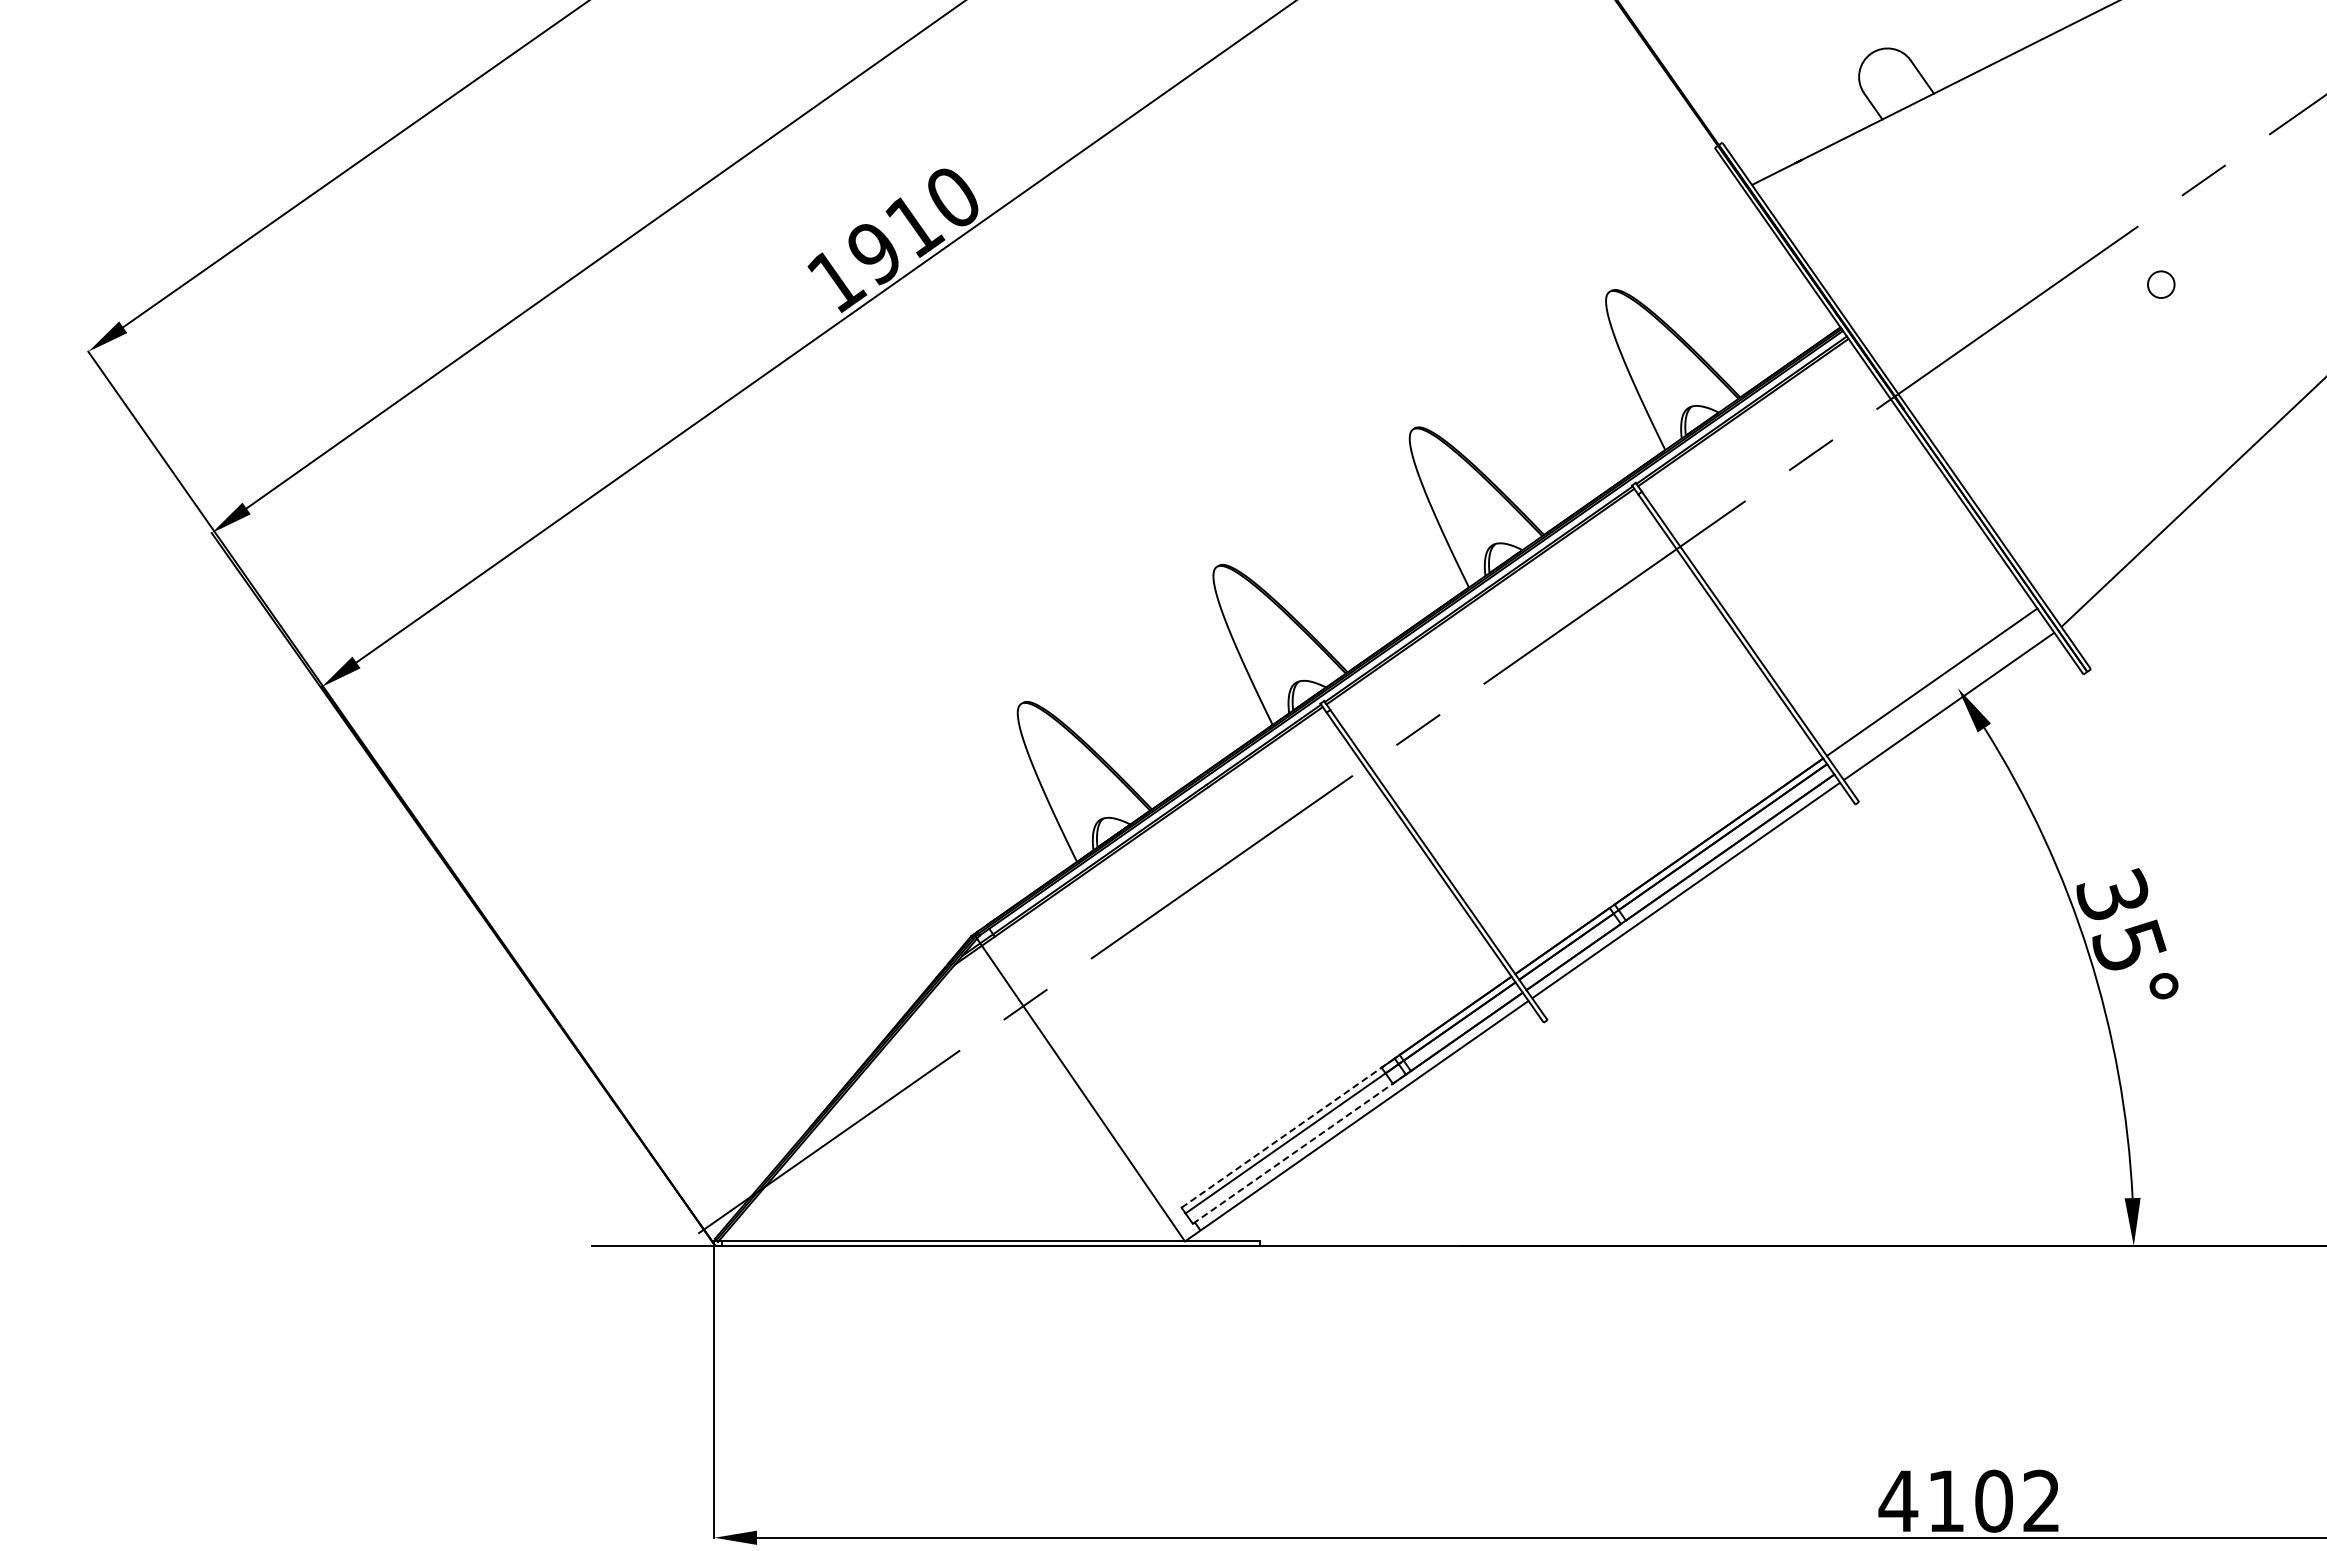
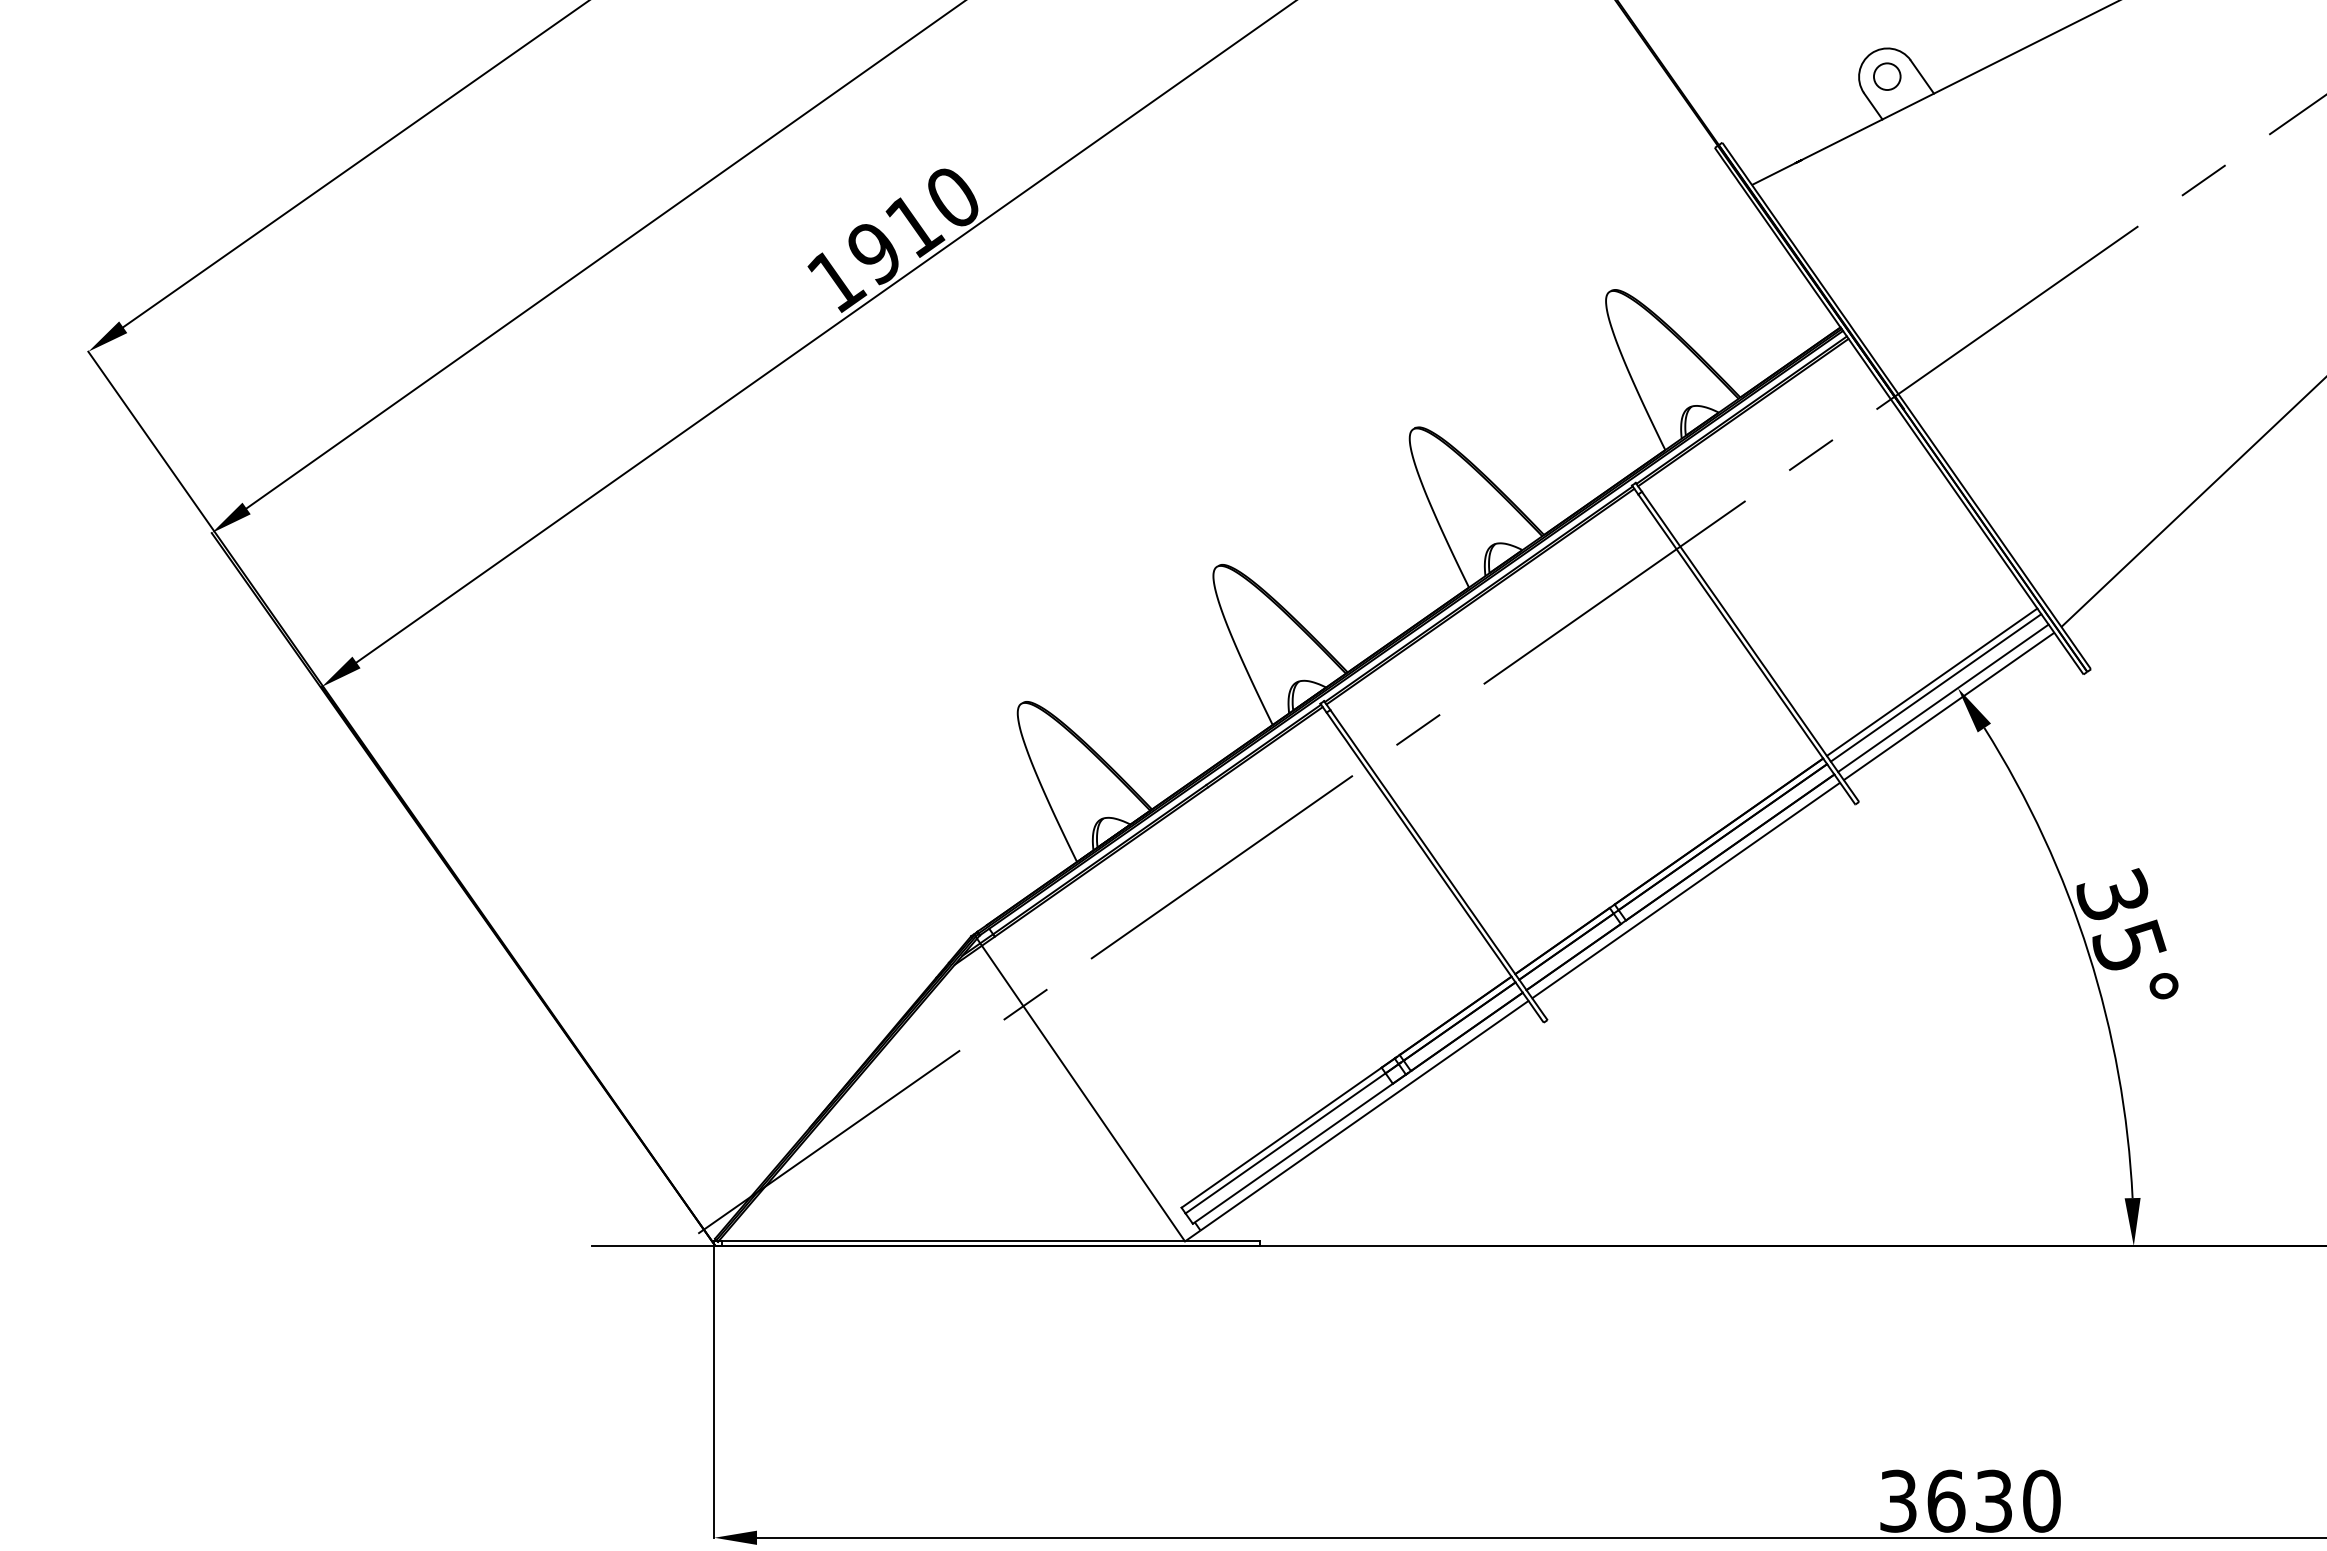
circle at (2161, 284) position: (2161, 284) -> (1887, 76)
line at (1935, 687): none -> present
line at (1943, 697): none -> present
line at (1289, 1132): dashed -> solid
line at (1300, 1148): dashed -> solid
text at (1969, 1500): 4102 -> 3630
